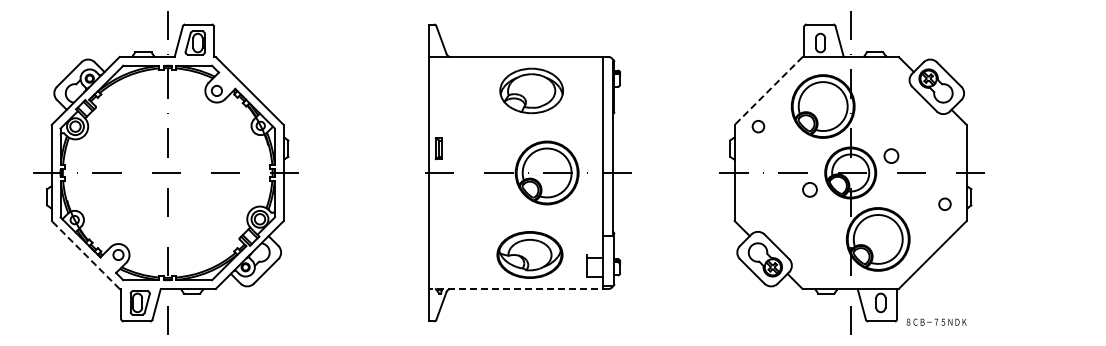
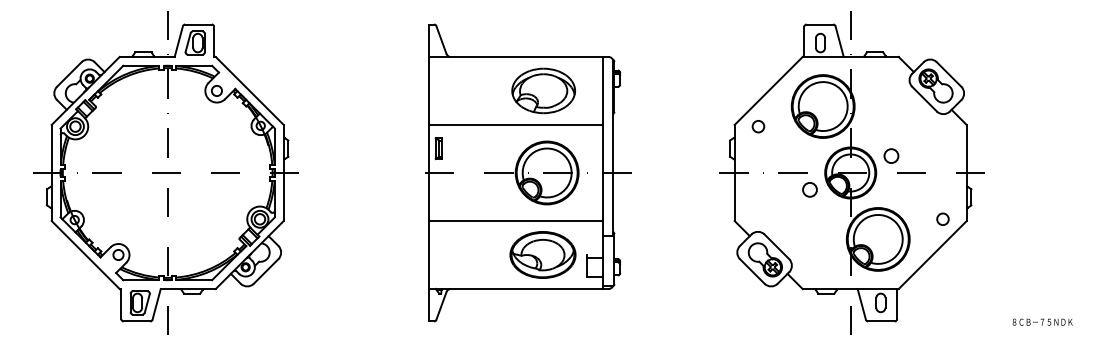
part at (531, 90) position: (531, 90) -> (543, 90)
line at (768, 91): dashed -> solid
line at (515, 124): none -> present
circle at (944, 203) position: (944, 203) -> (942, 218)
line at (515, 221): none -> present
line at (85, 254): dashed -> solid
part at (529, 254) position: (529, 254) -> (542, 254)
line at (518, 289): dashed -> solid
text at (936, 321) position: (936, 321) -> (1042, 321)
